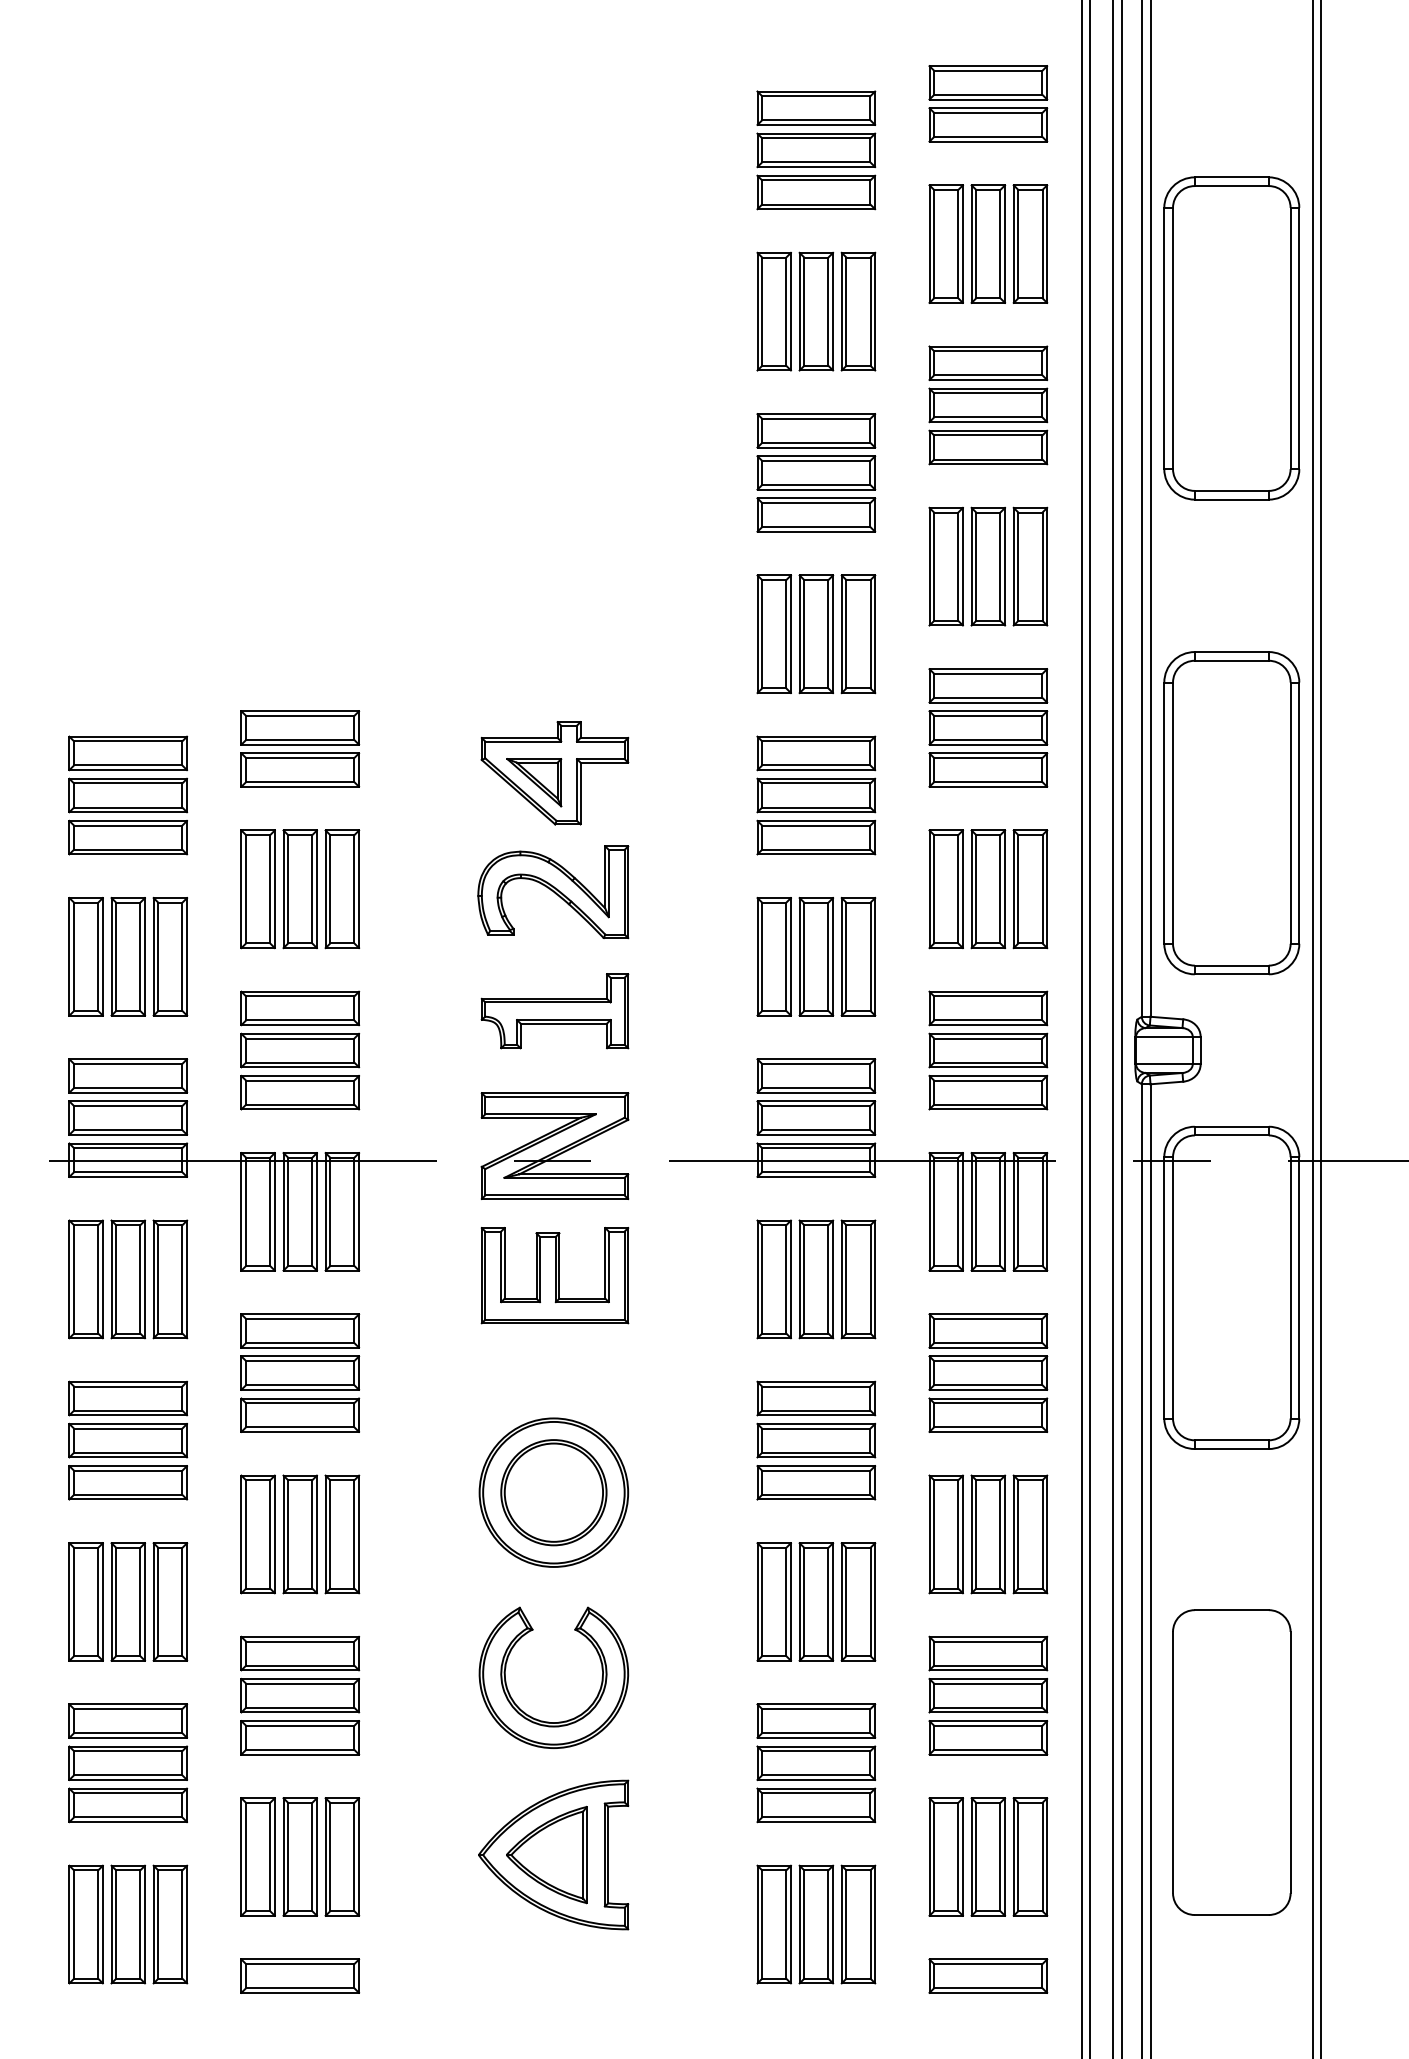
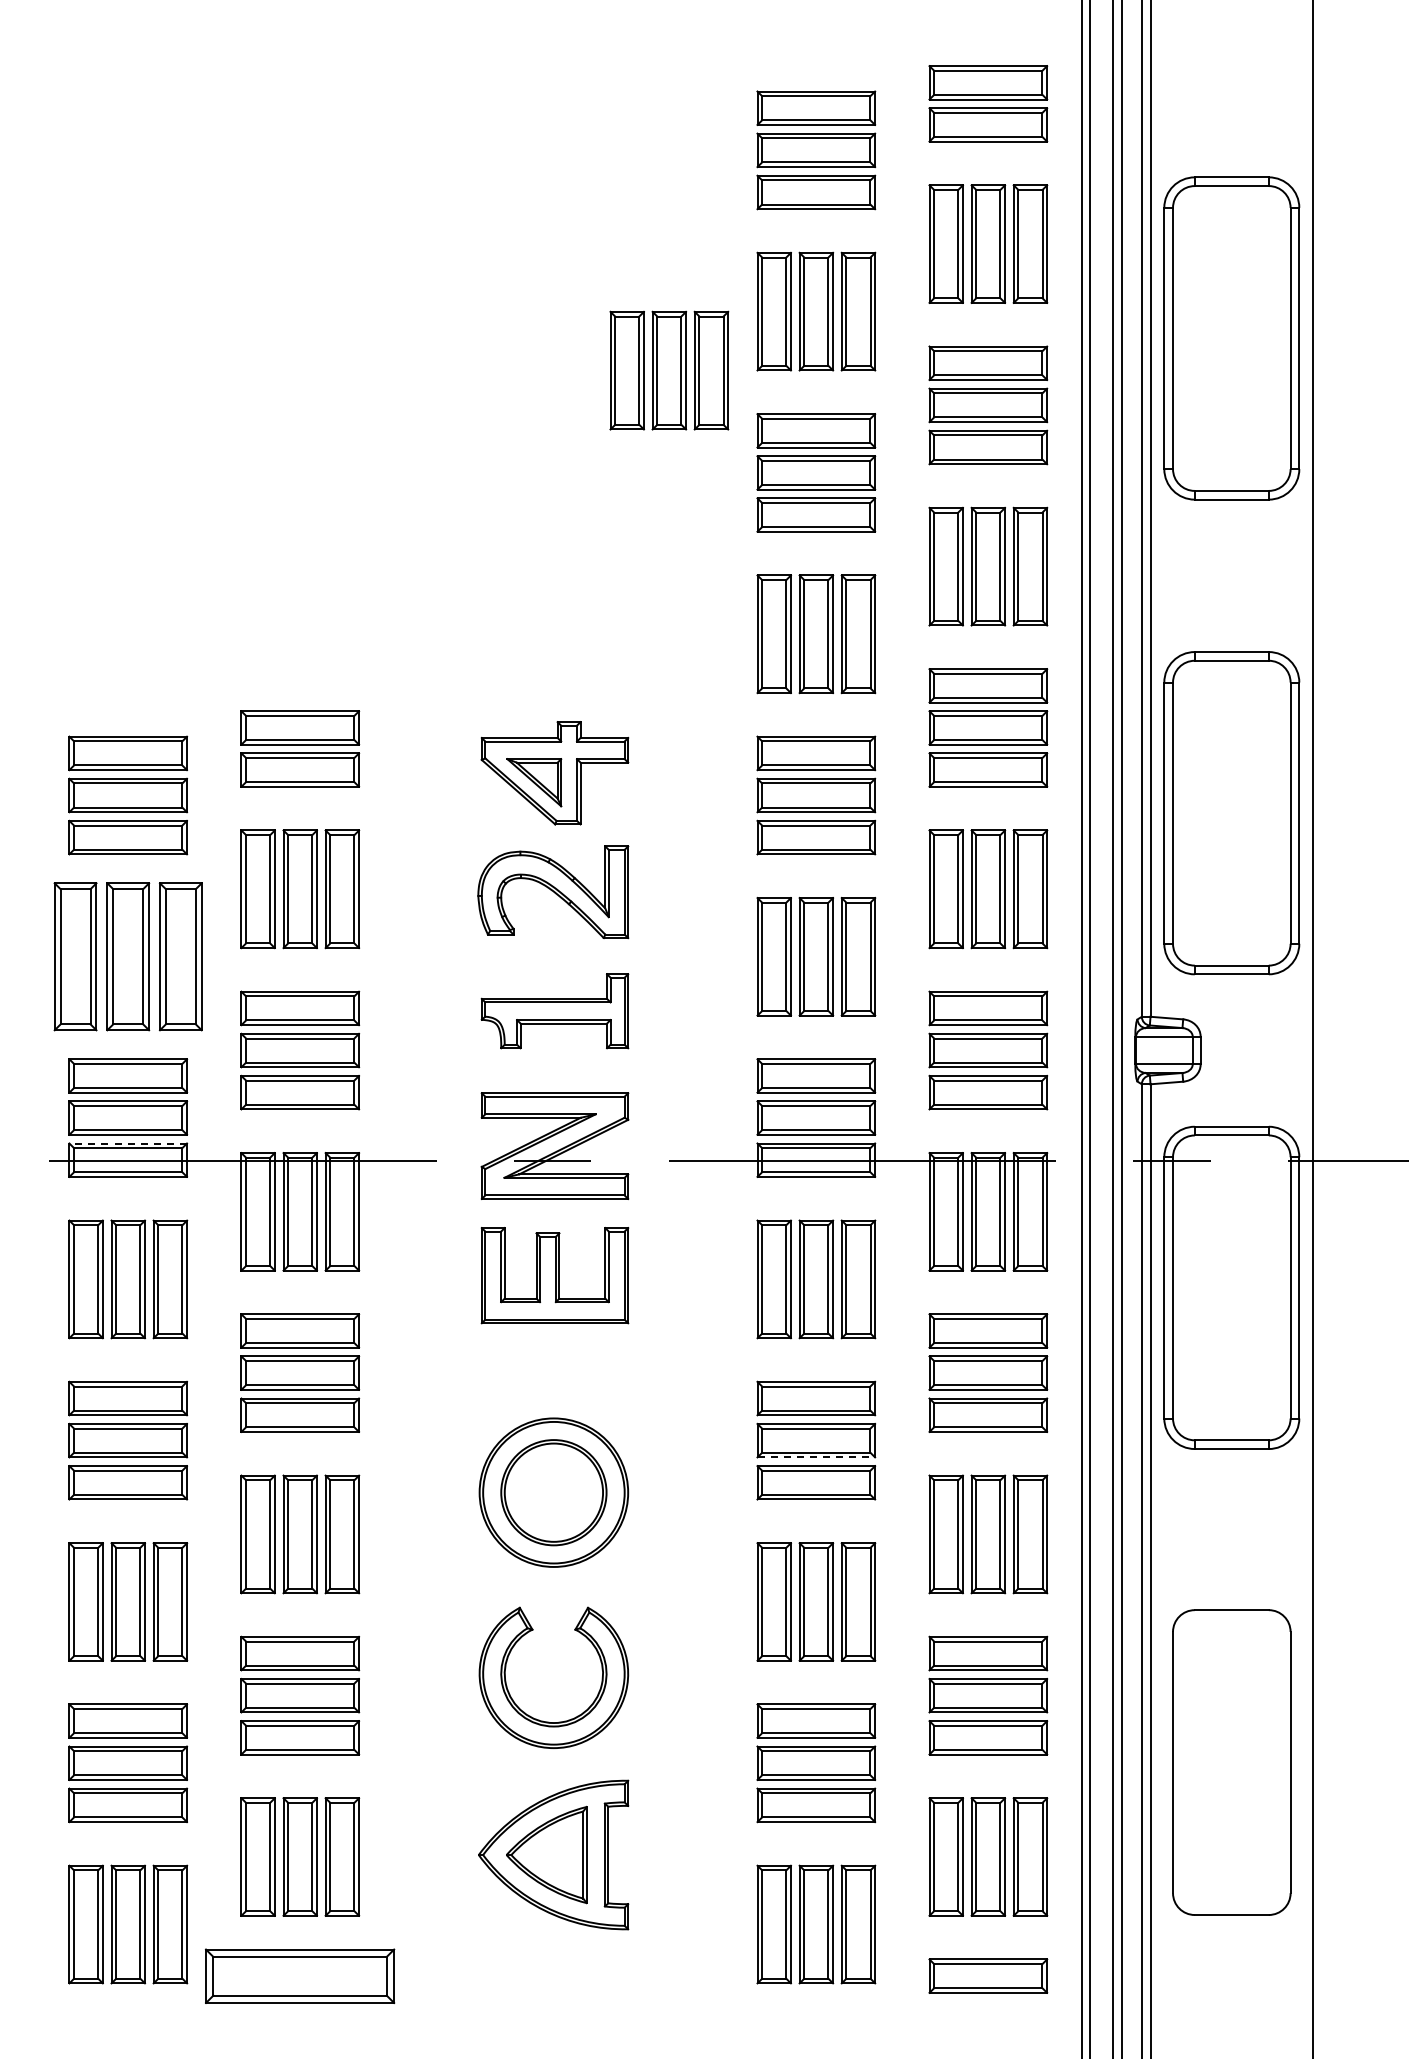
part at (669, 370): none -> present
part at (128, 956) size: 121x120 px -> 150x150 px
line at (1321, 1028): present -> none
line at (128, 1143): solid -> dashed
line at (816, 1457): solid -> dashed
part at (300, 1975) size: 121x36 px -> 191x56 px
